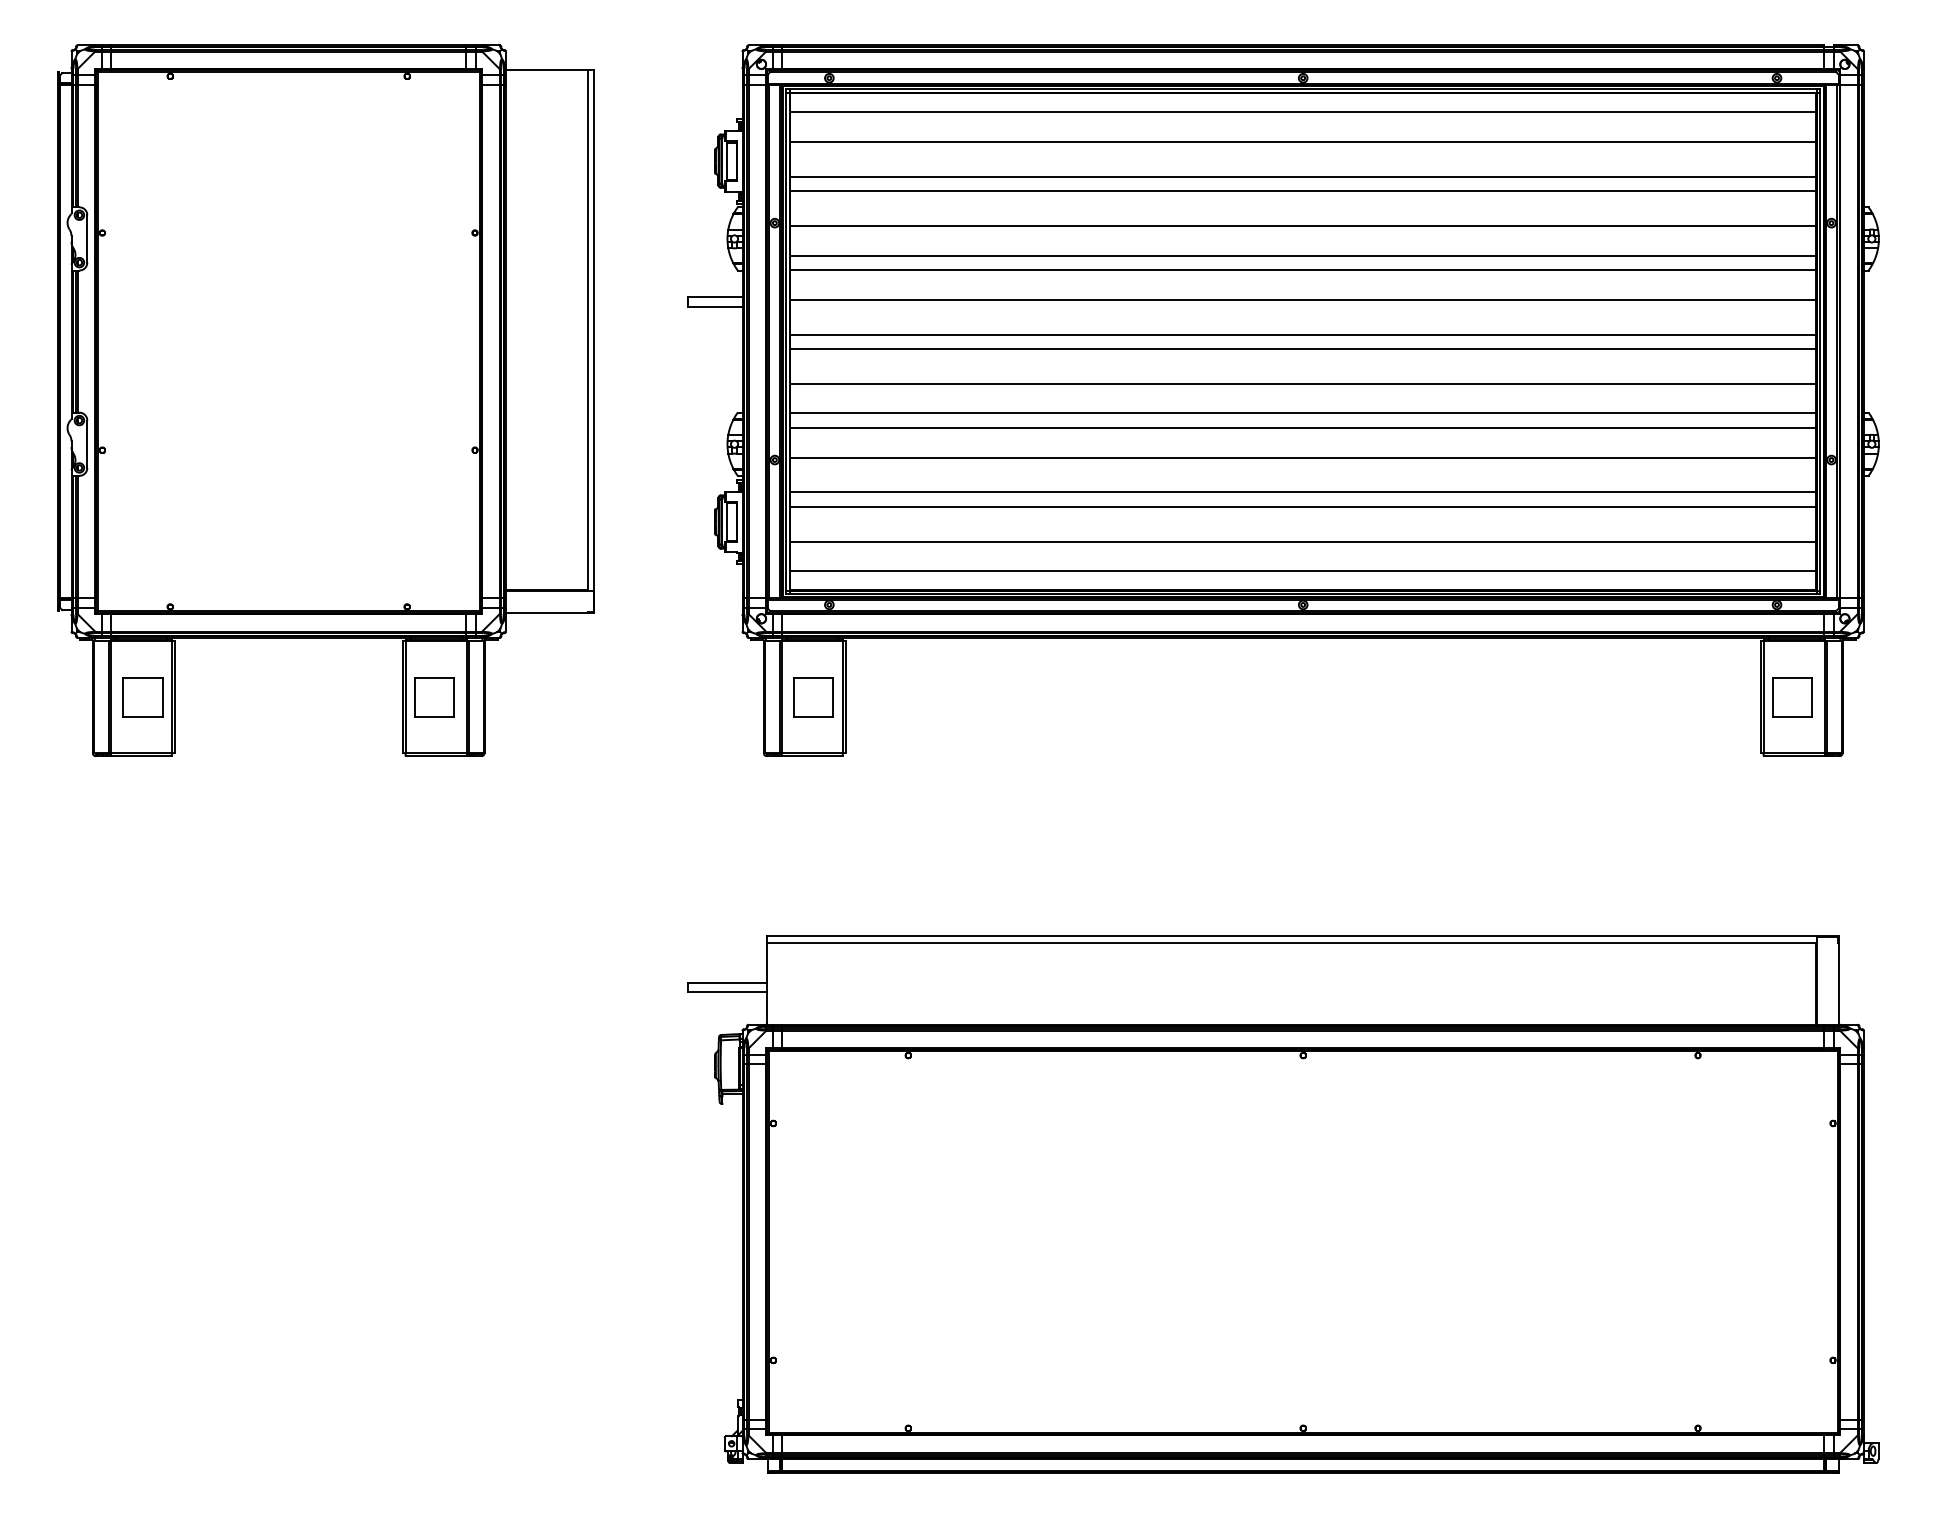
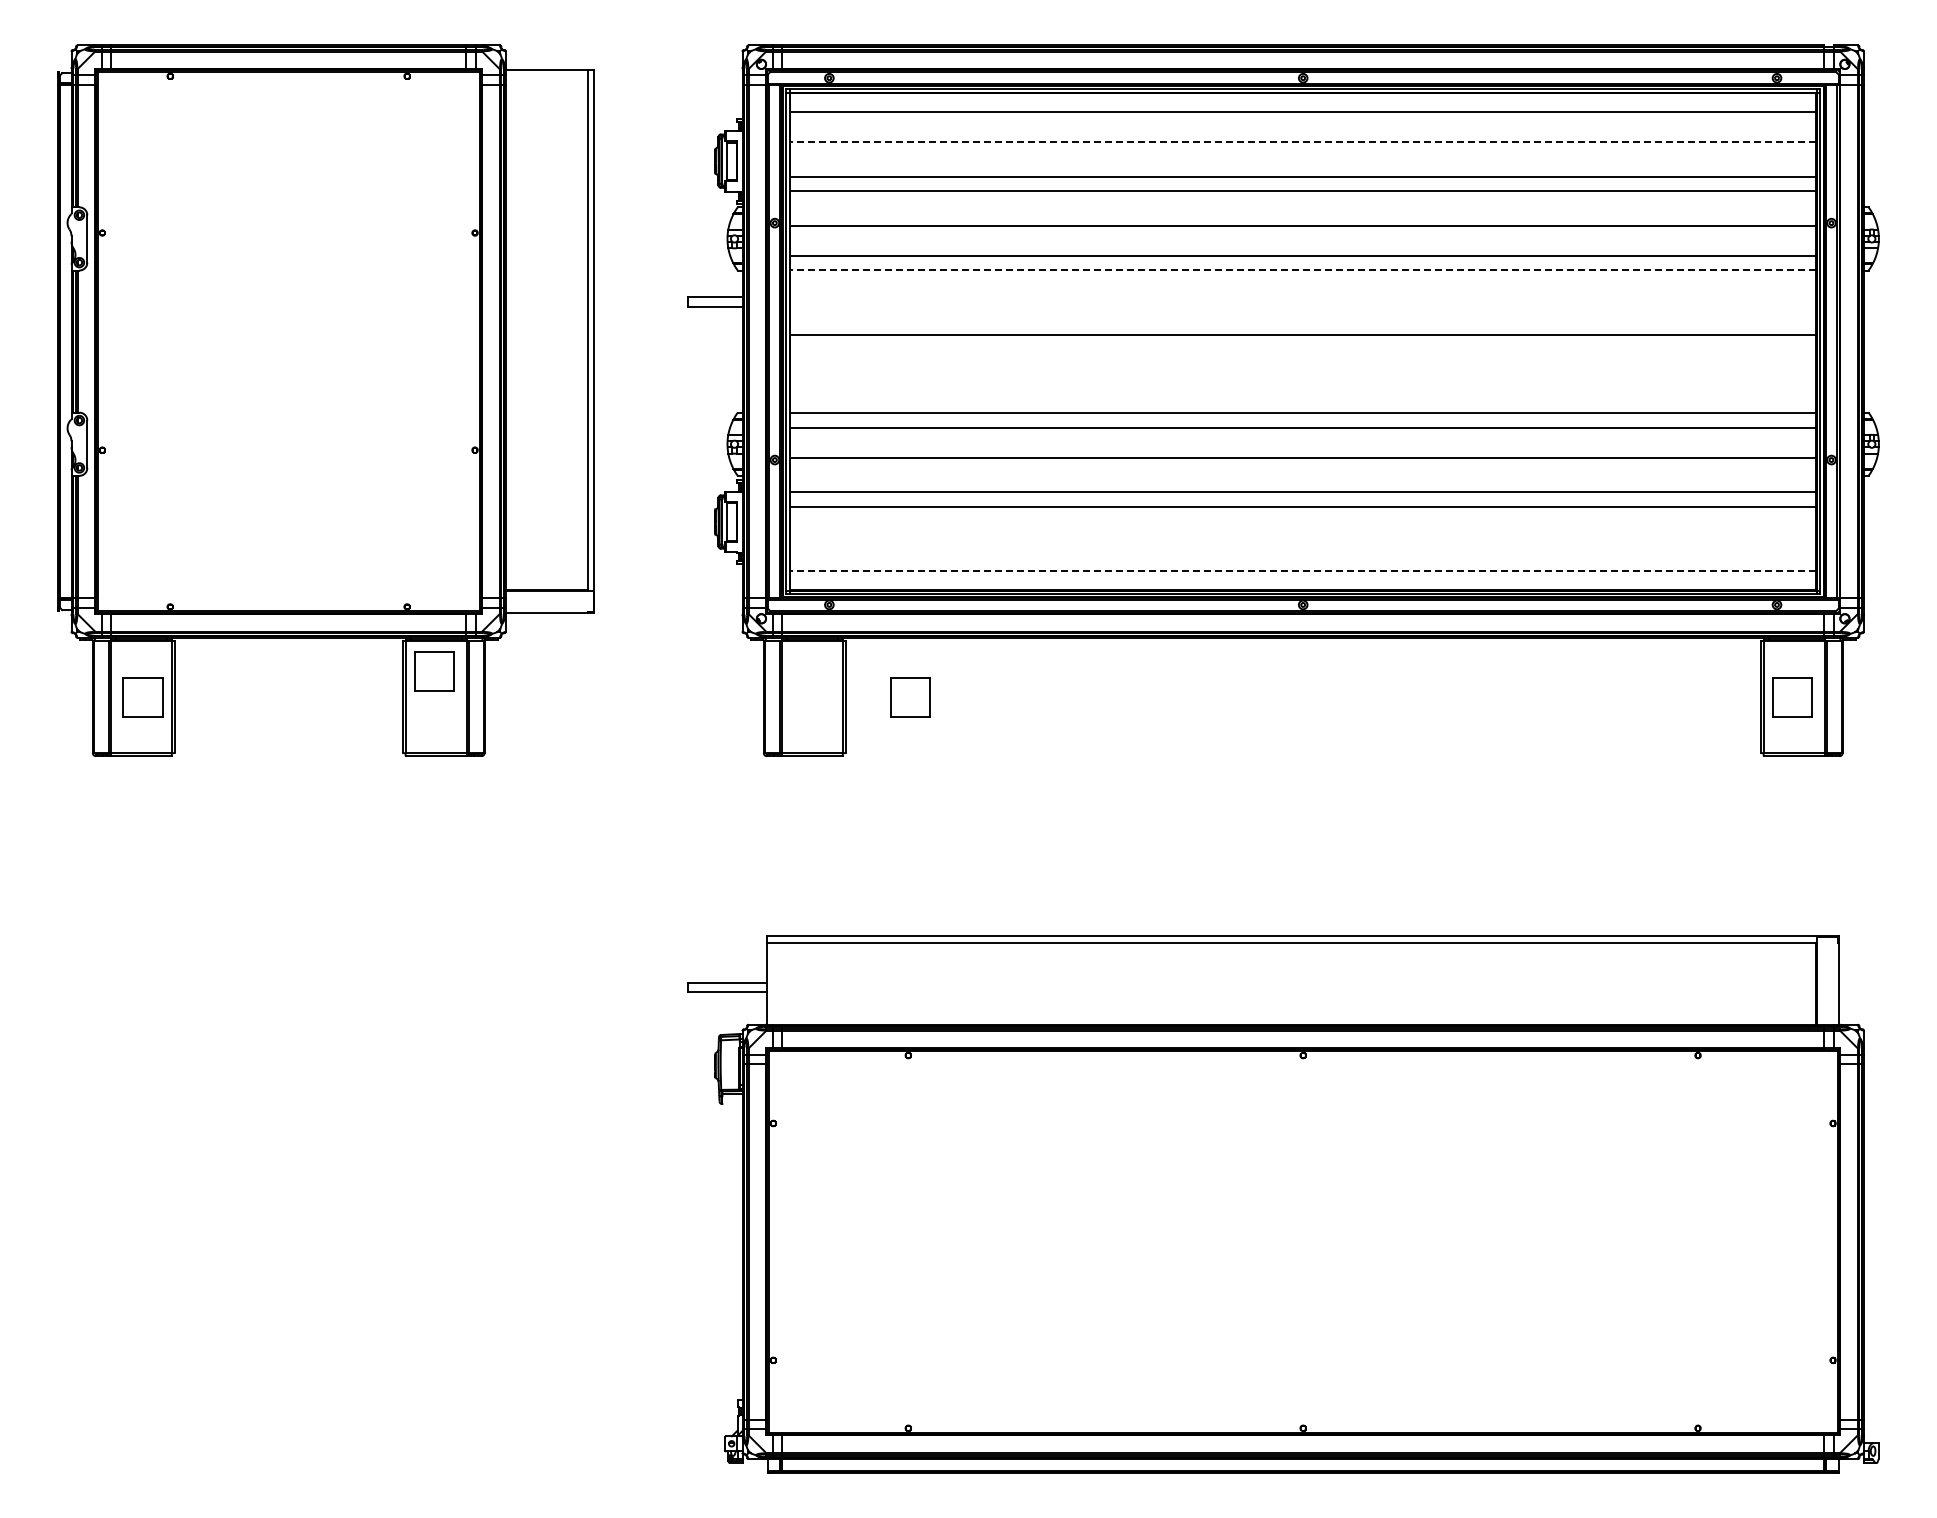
line at (1303, 141): solid -> dashed
line at (1303, 269): solid -> dashed
line at (1303, 299): present -> none
line at (1303, 348): present -> none
line at (1303, 383): present -> none
line at (1303, 541): present -> none
line at (1303, 571): solid -> dashed
part at (434, 697) position: (434, 697) -> (434, 671)
part at (813, 697) position: (813, 697) -> (910, 697)
